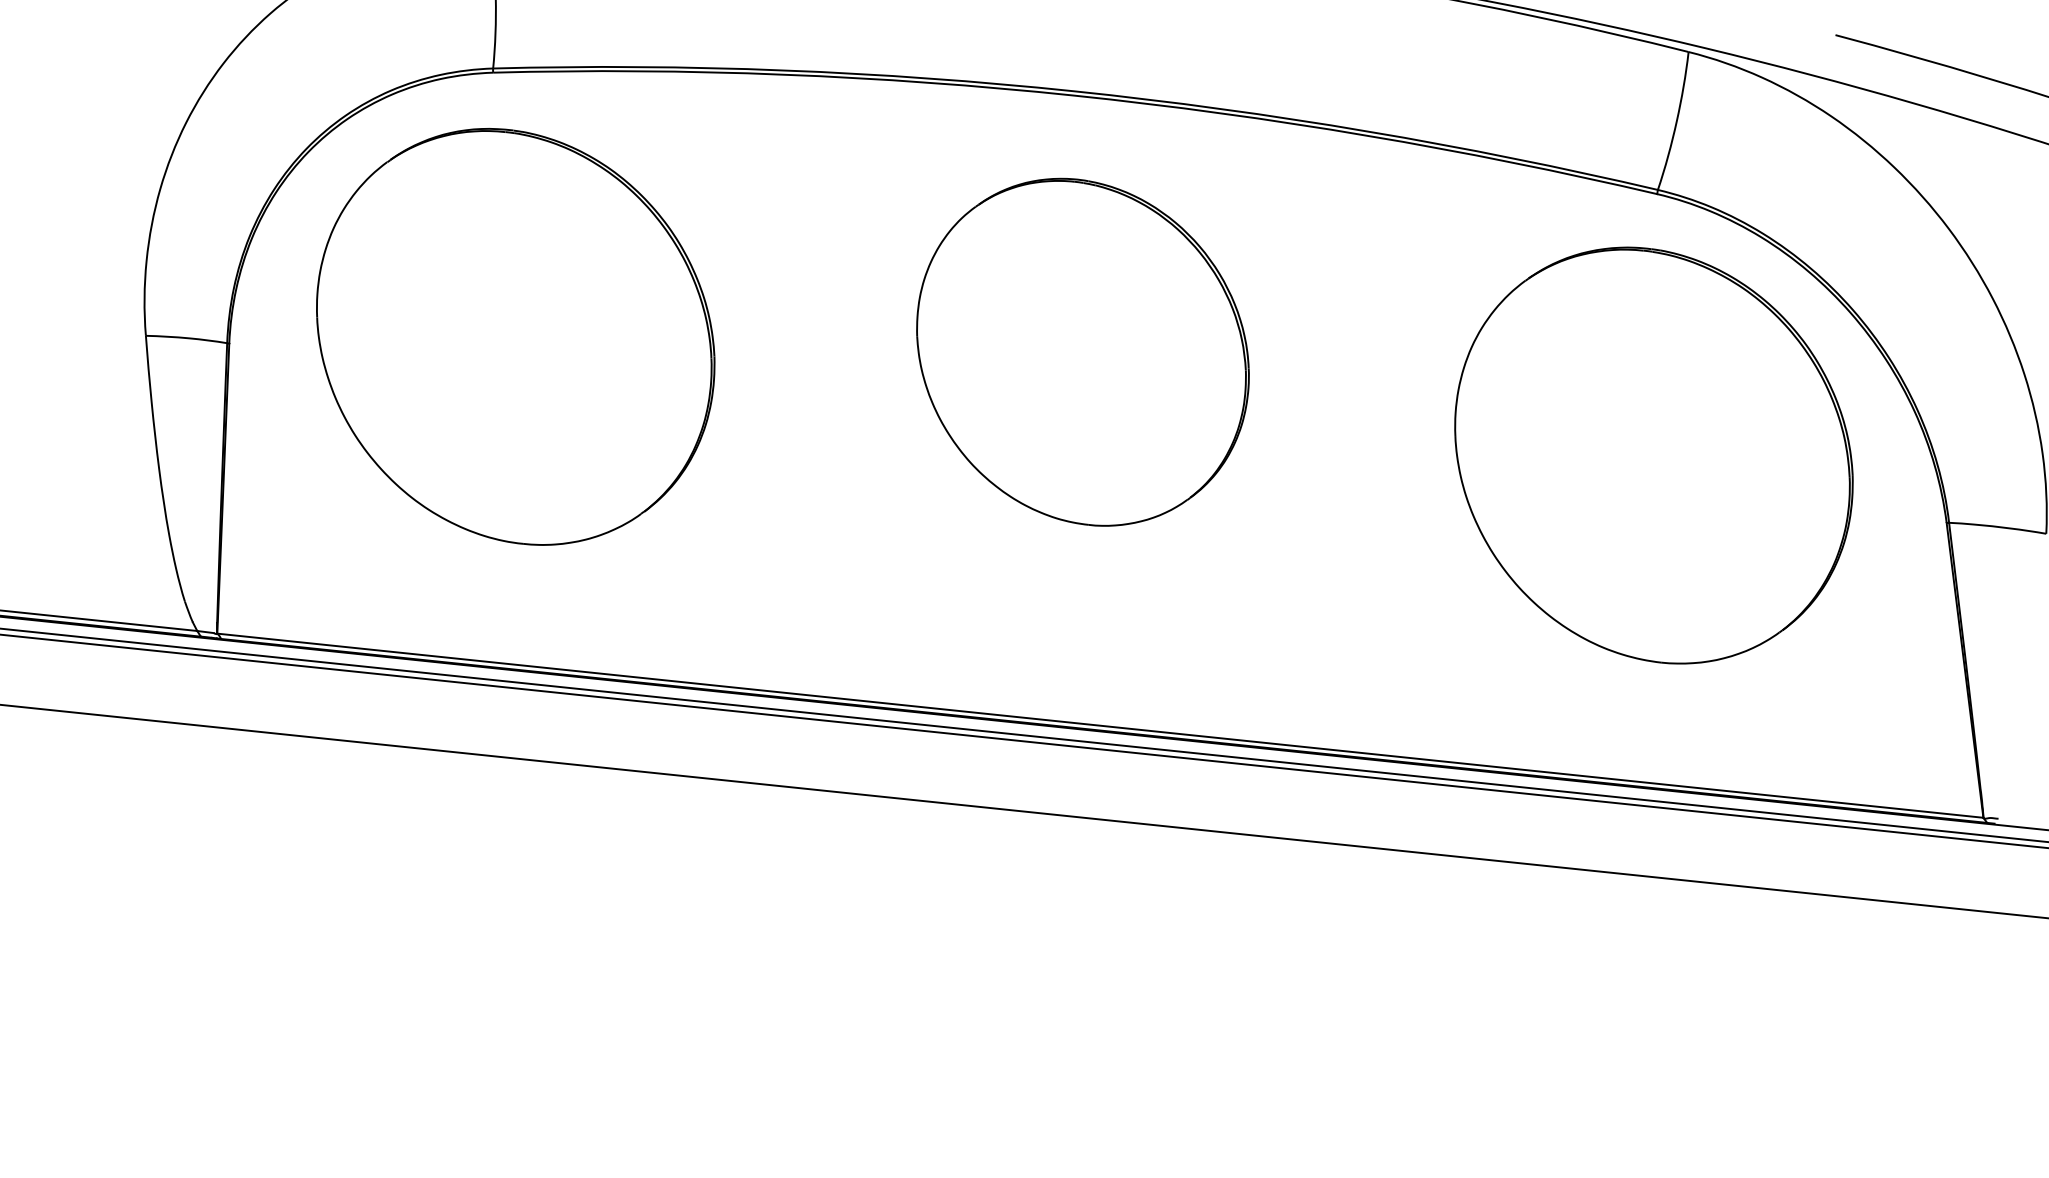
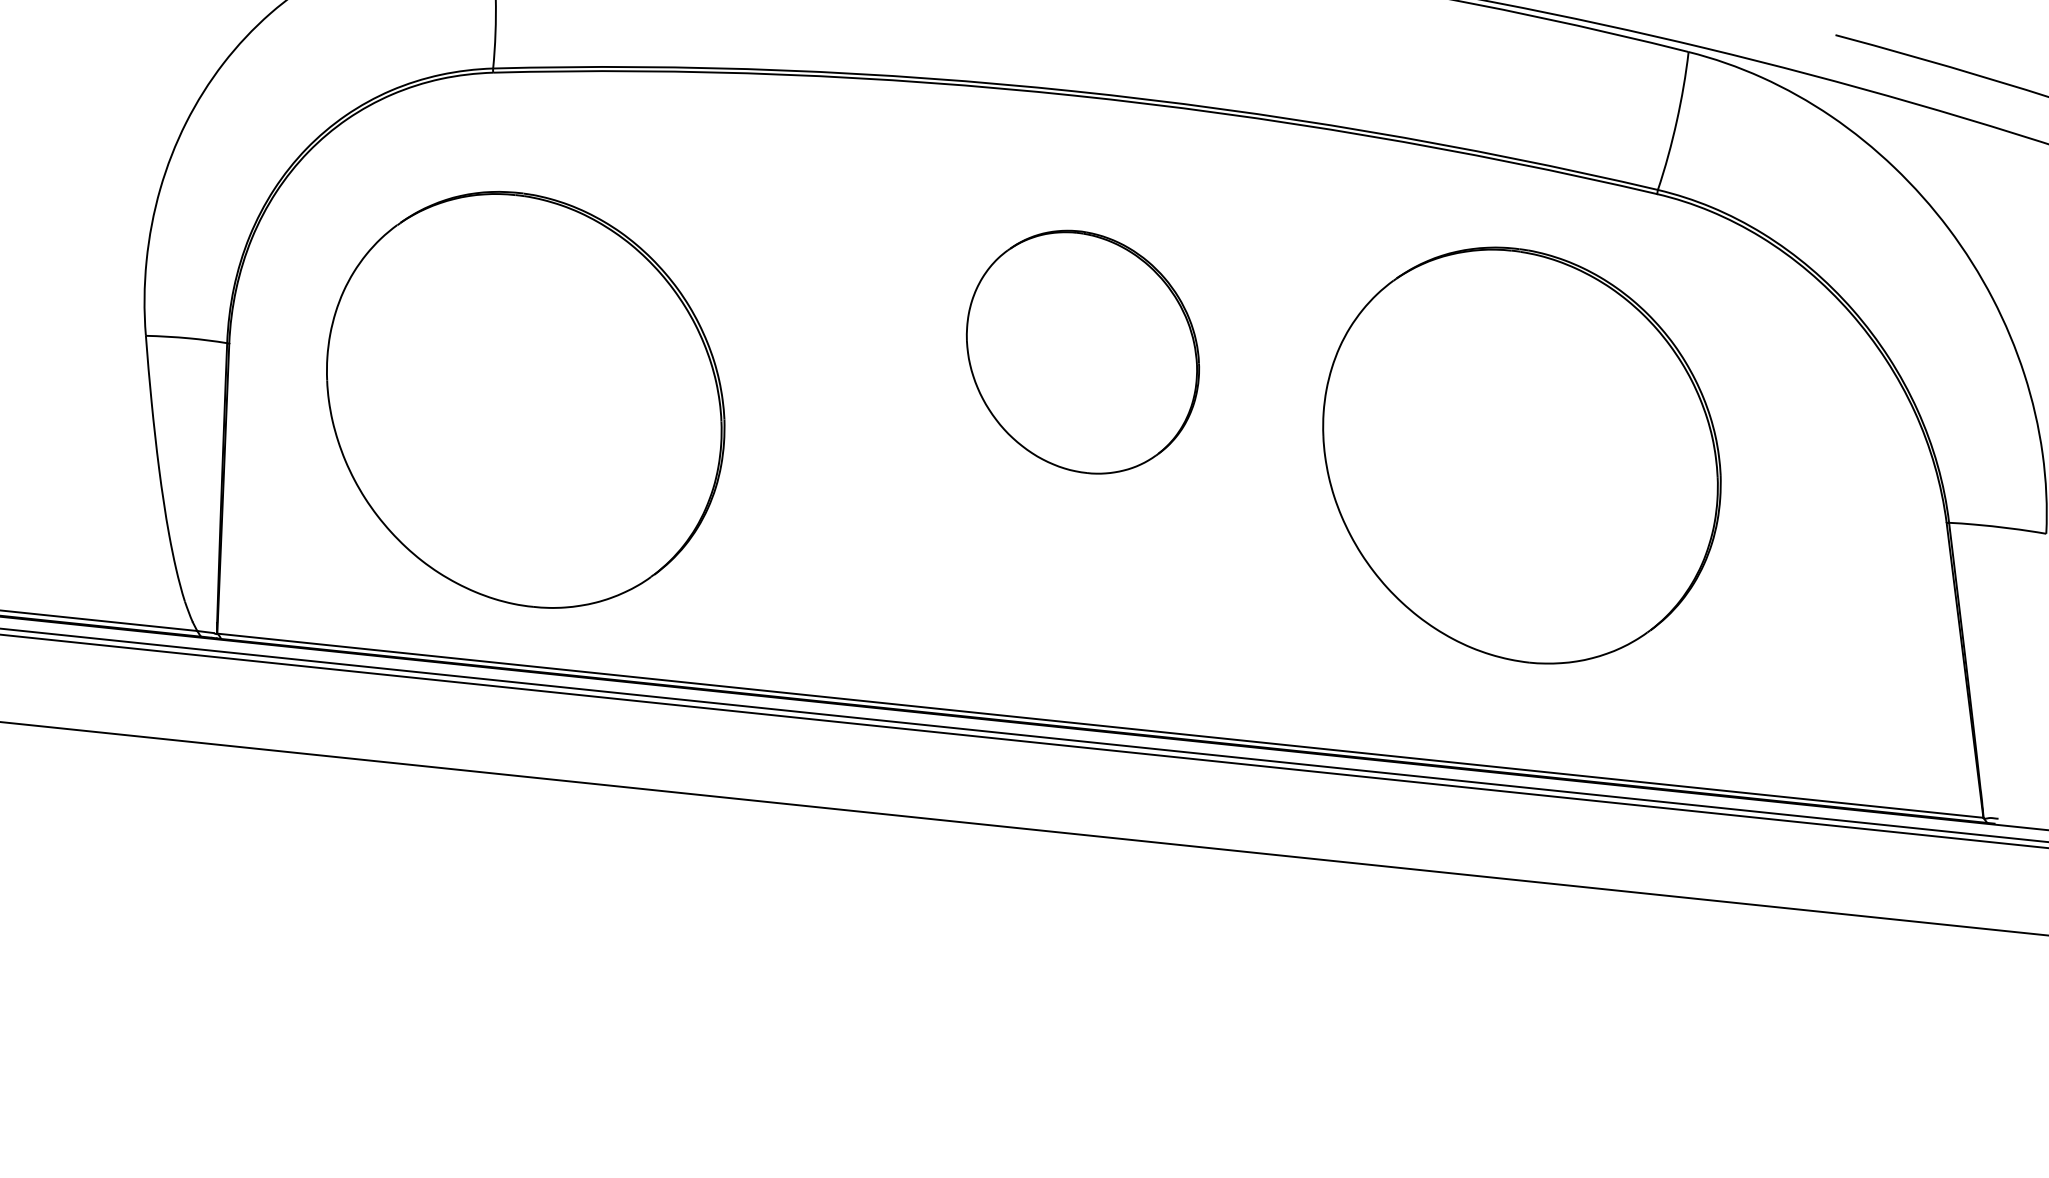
part at (515, 336) position: (515, 336) -> (525, 399)
part at (1082, 351) size: 334x350 px -> 235x246 px
part at (1653, 455) position: (1653, 455) -> (1521, 455)
line at (1023, 811) position: (1023, 811) -> (1023, 828)
